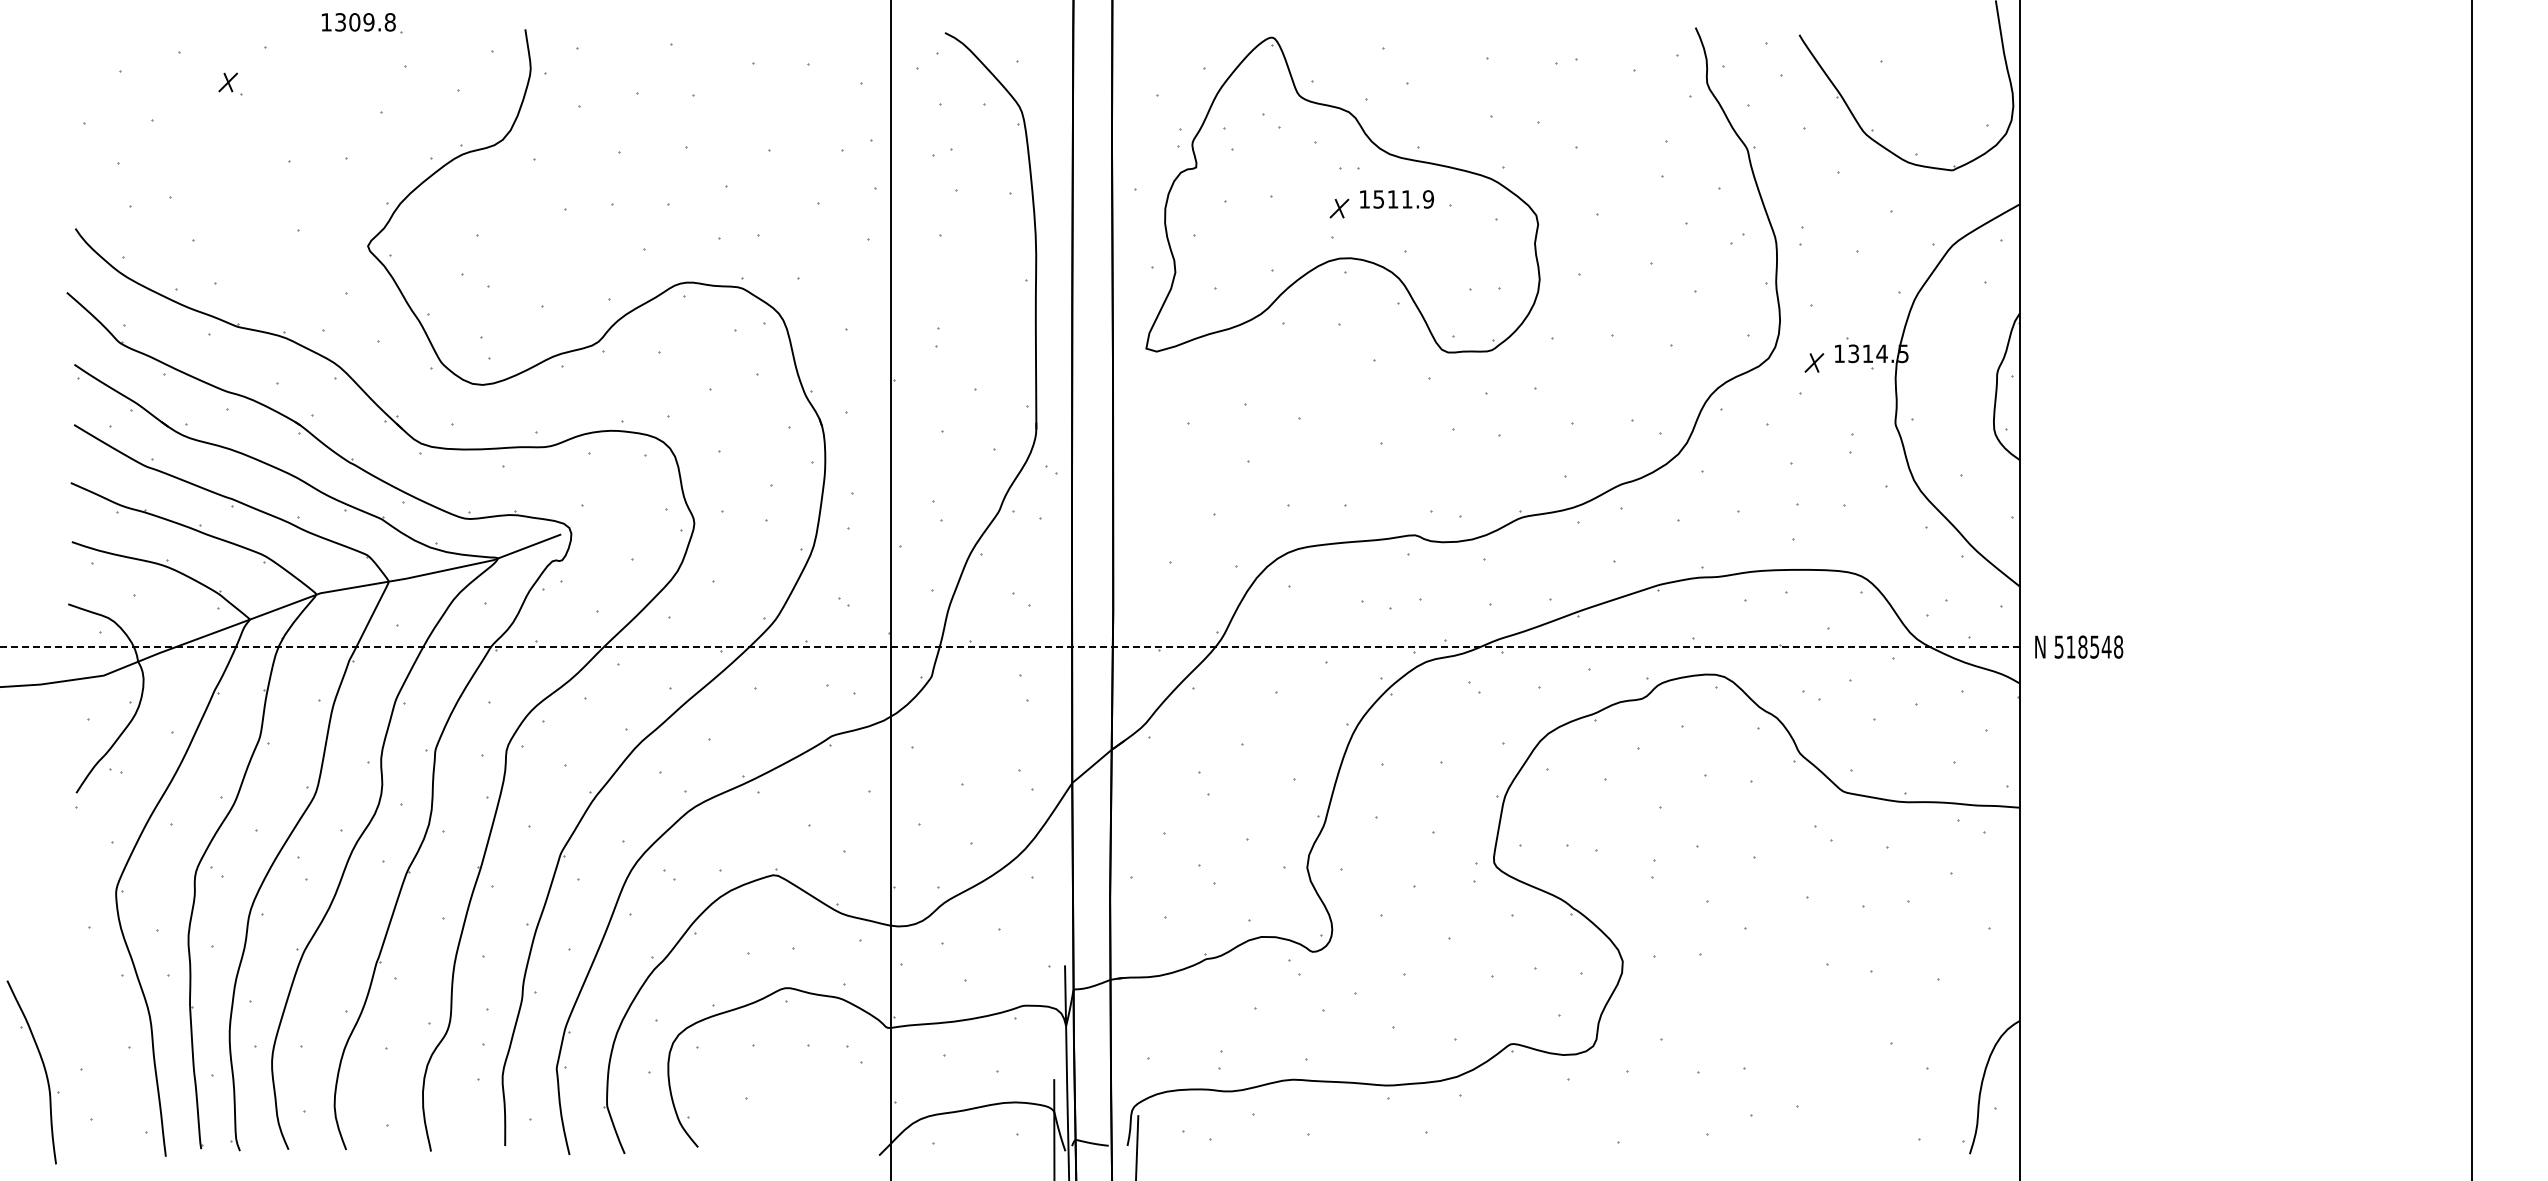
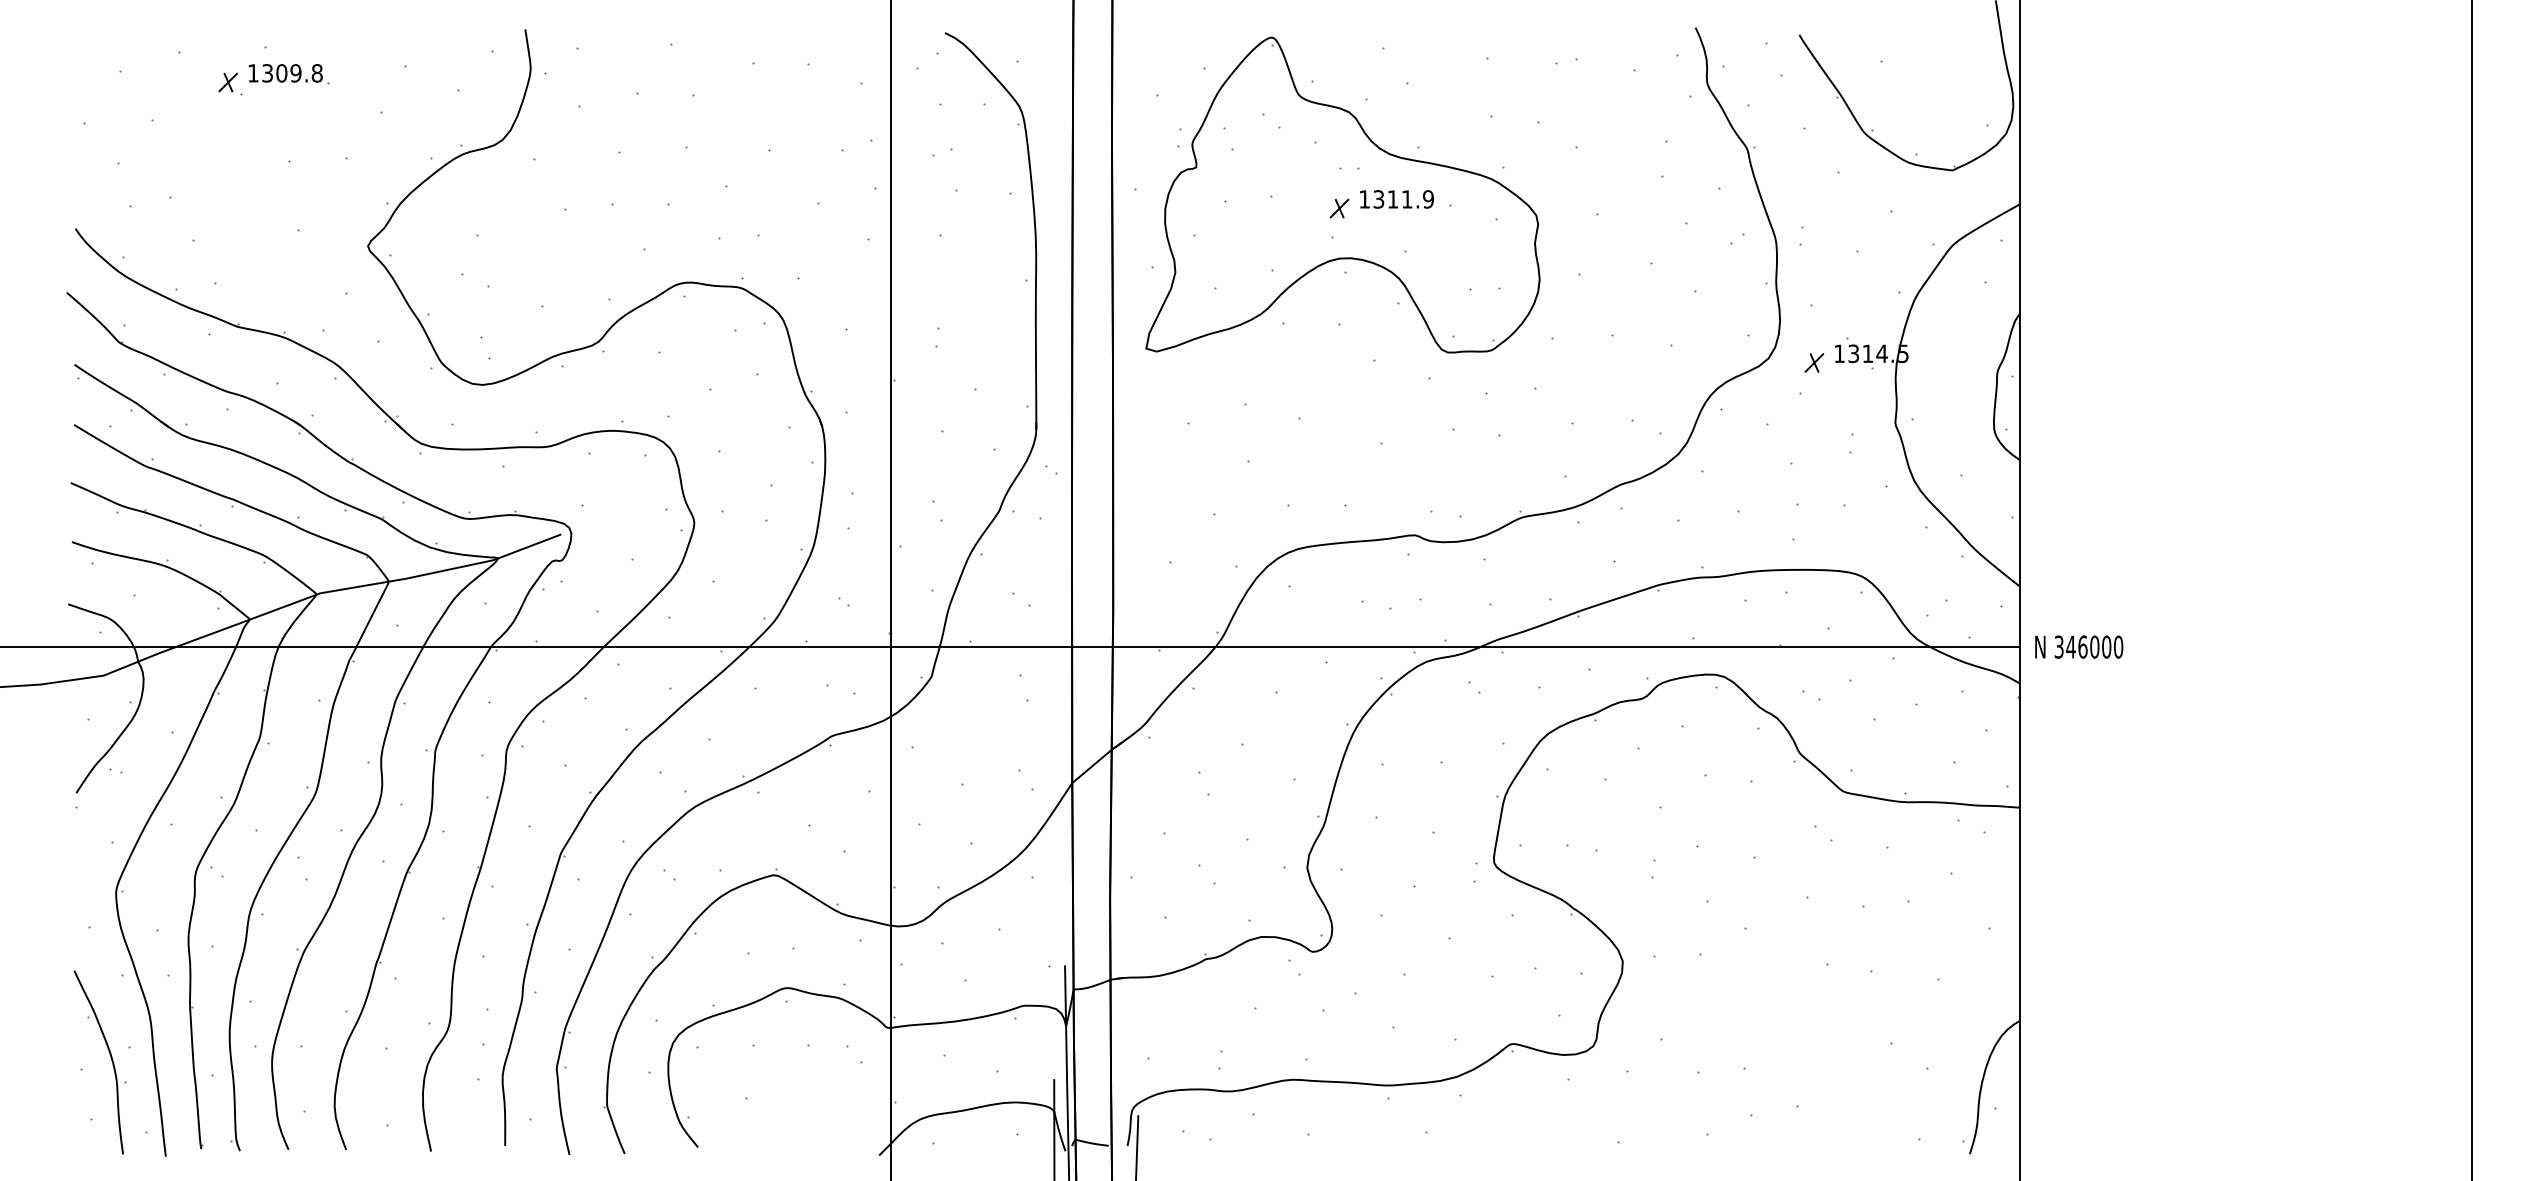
part at (361, 23) position: (361, 23) -> (288, 74)
text at (1379, 198): 1511.9 -> 1311.9
text at (2089, 646): 518548 -> 346000
line at (1009, 647): dashed -> solid
part at (43, 1068) position: (43, 1068) -> (110, 1058)
